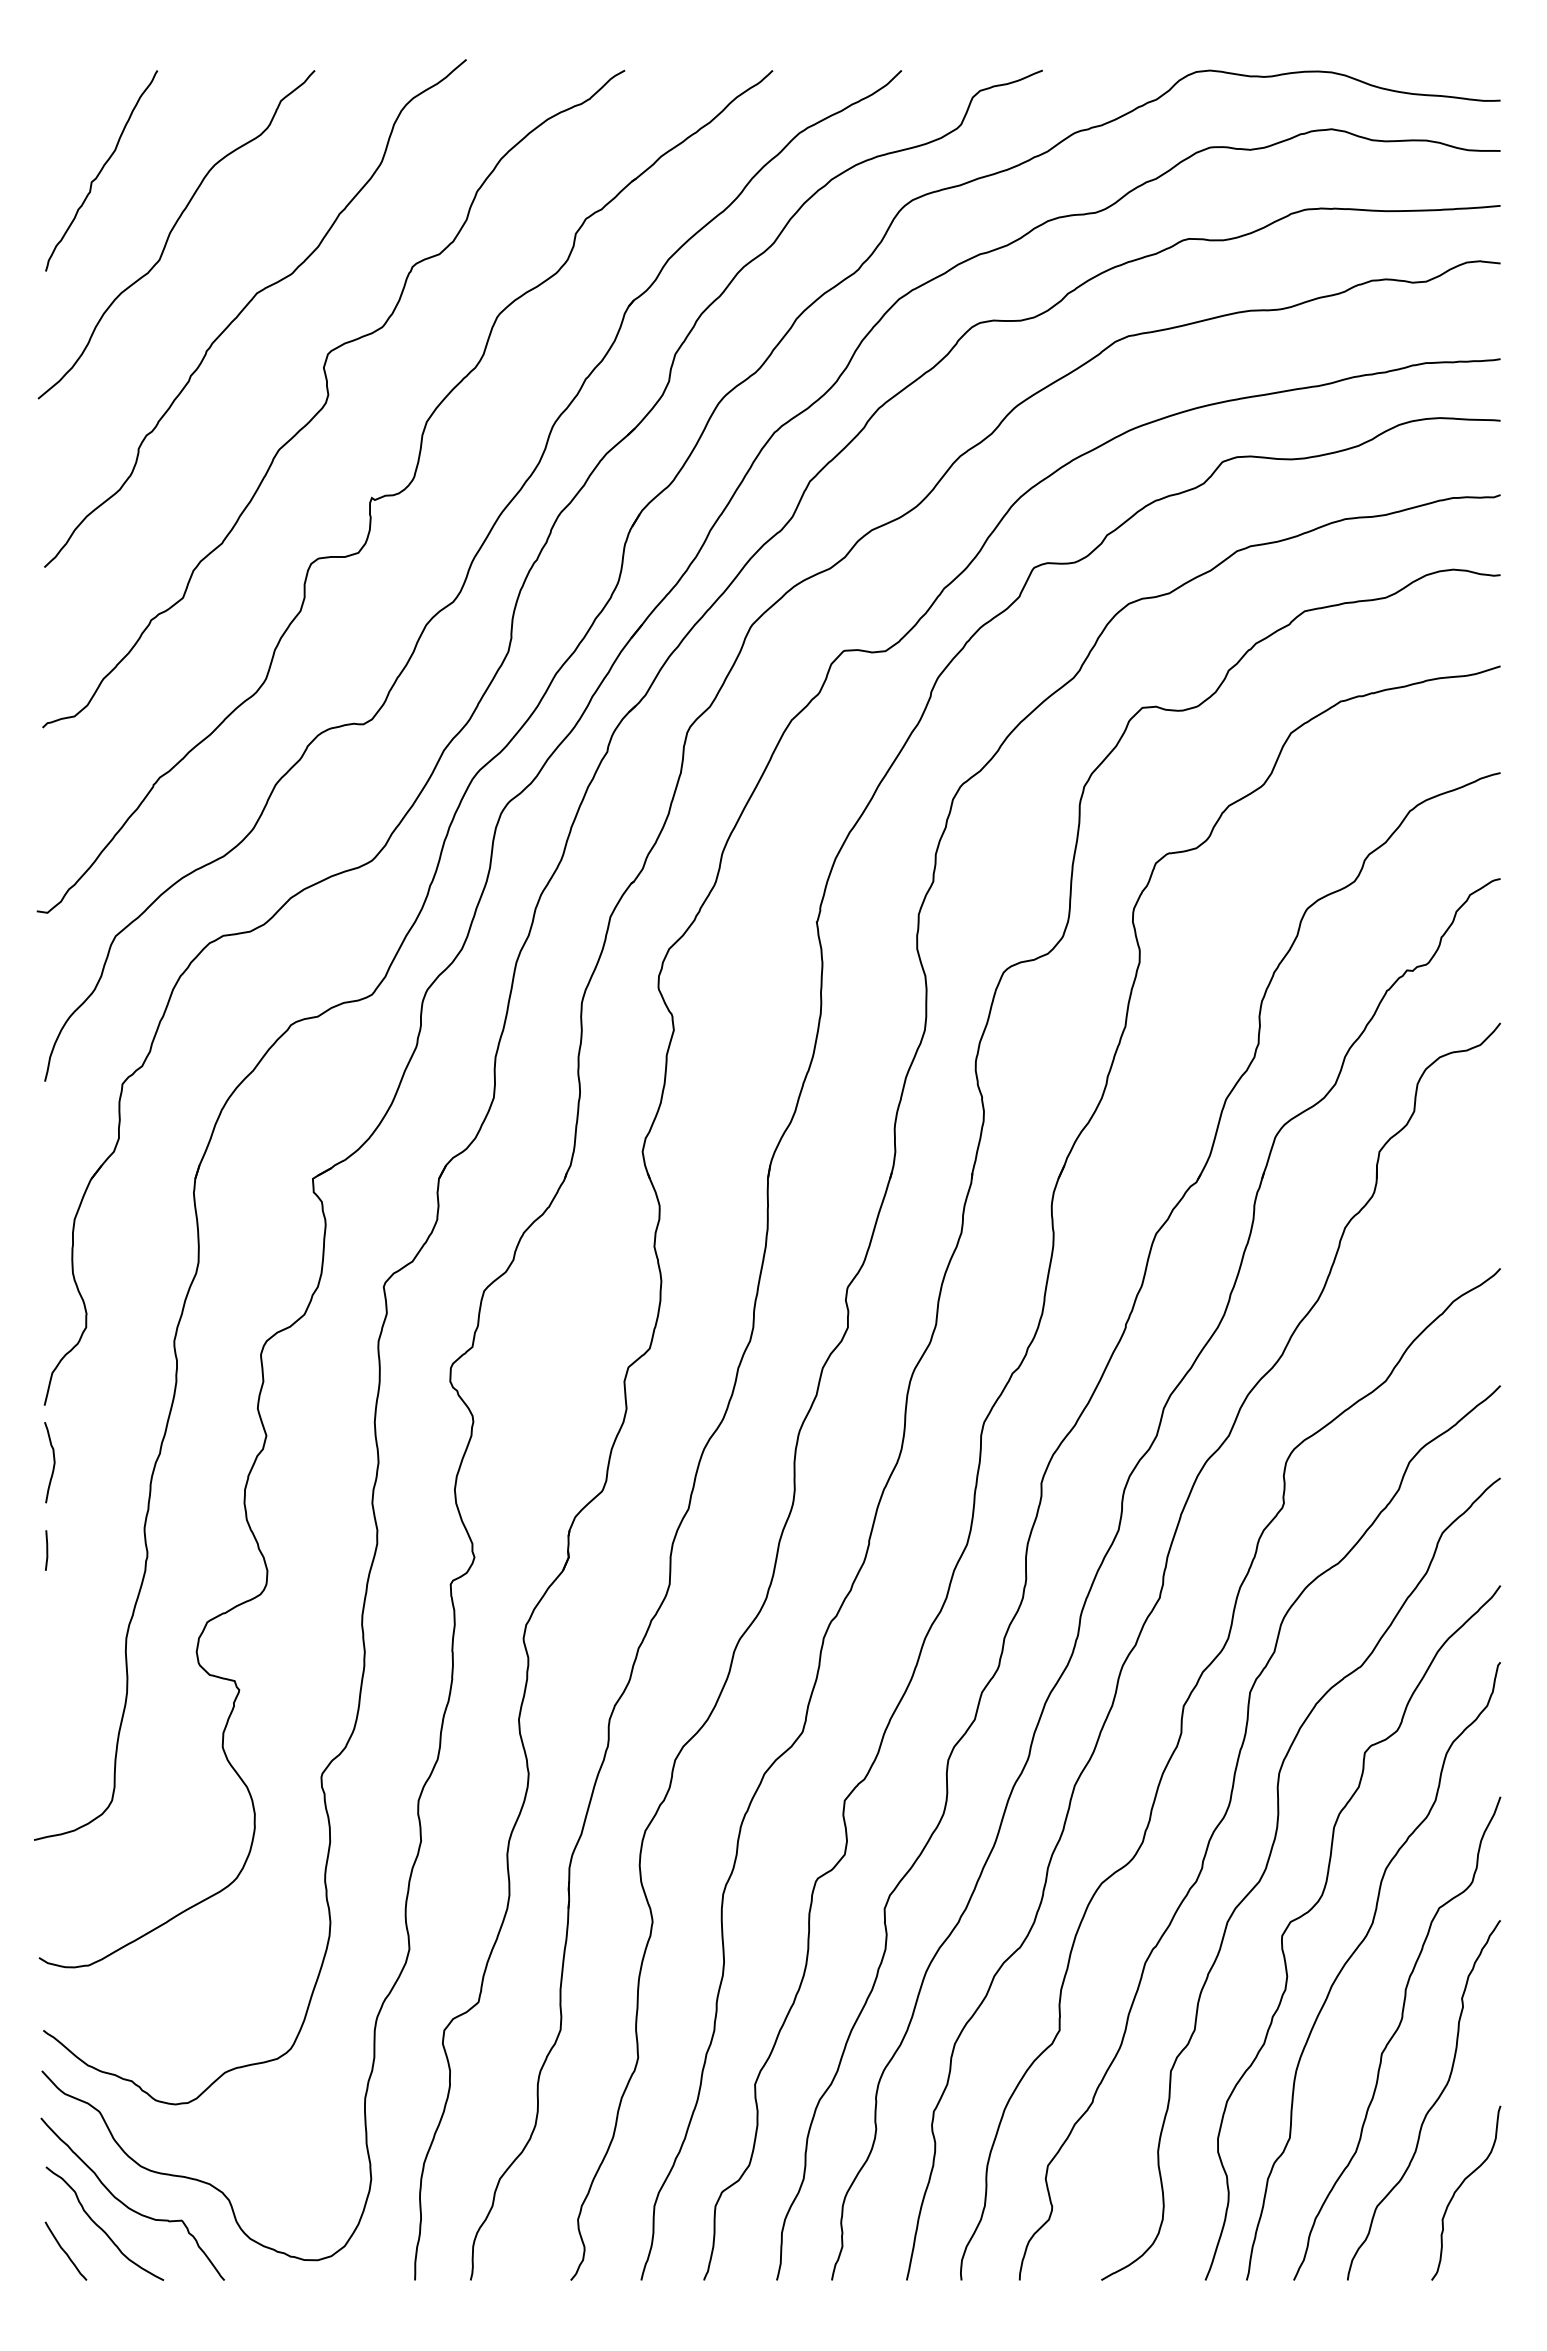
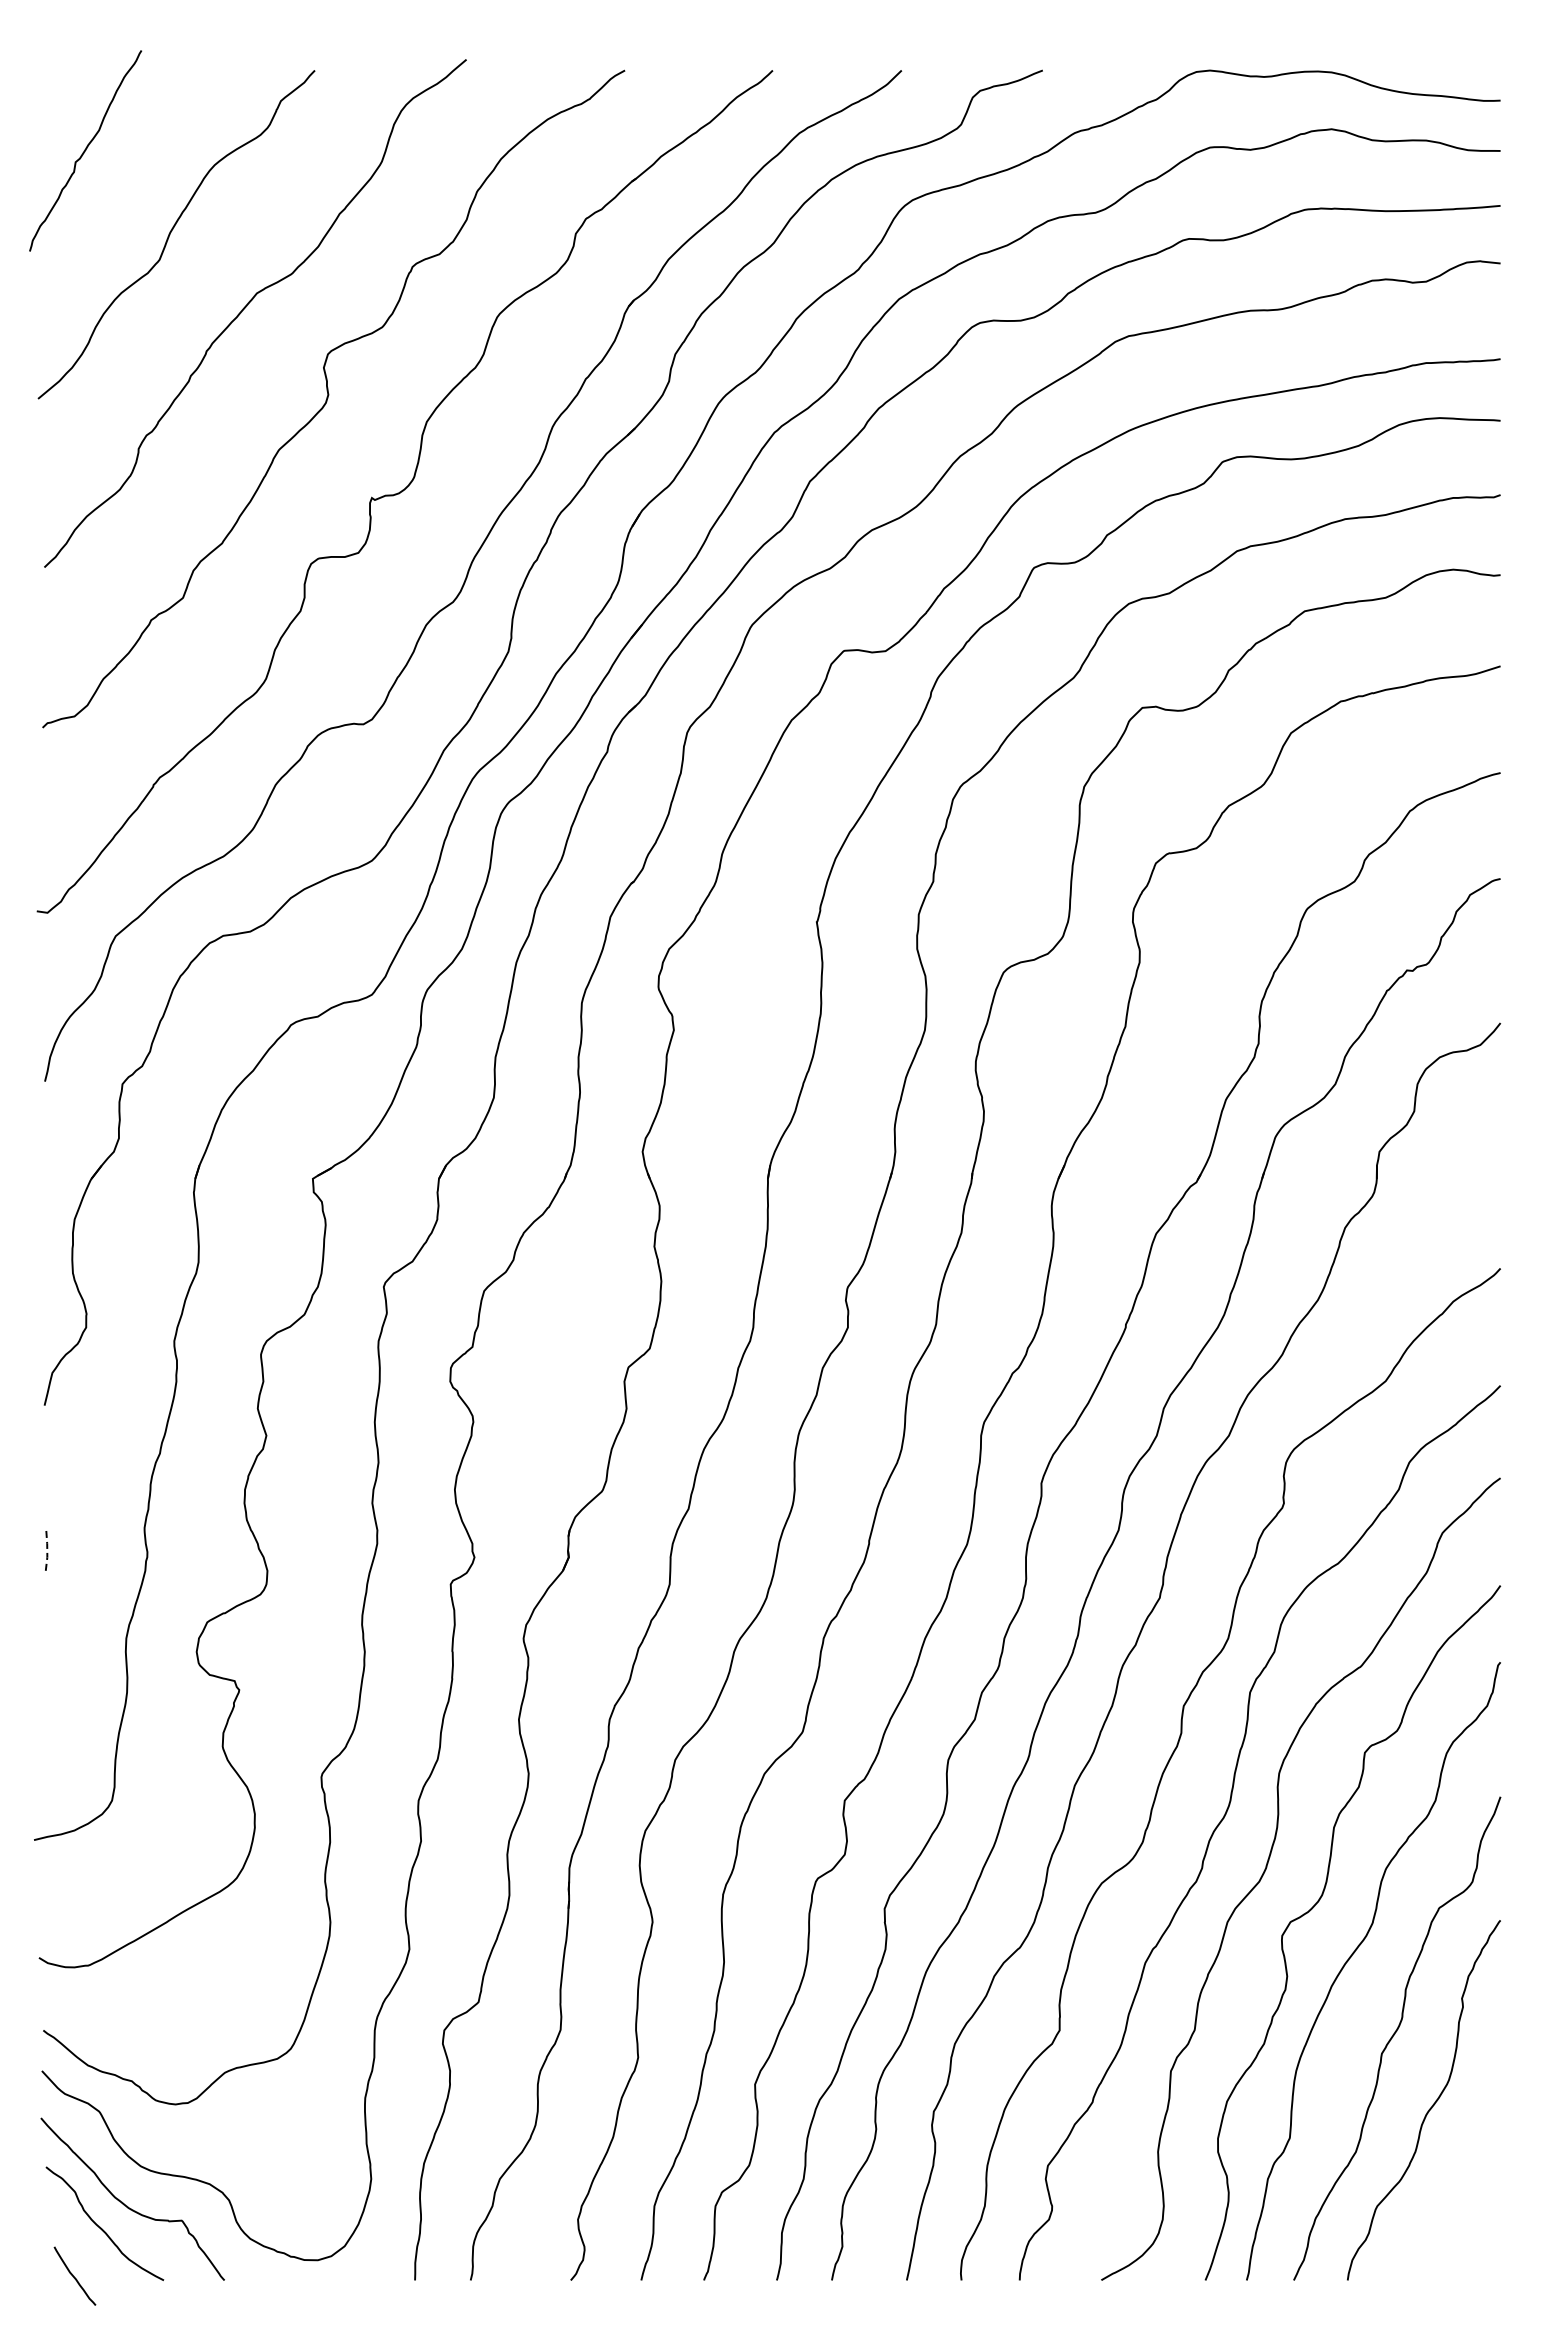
curve at (101, 170) position: (101, 170) -> (85, 150)
curve at (53, 1462): present -> none
line at (47, 1550): solid -> dashed
curve at (1460, 2187): present -> none
curve at (64, 2250) position: (64, 2250) -> (73, 2275)
